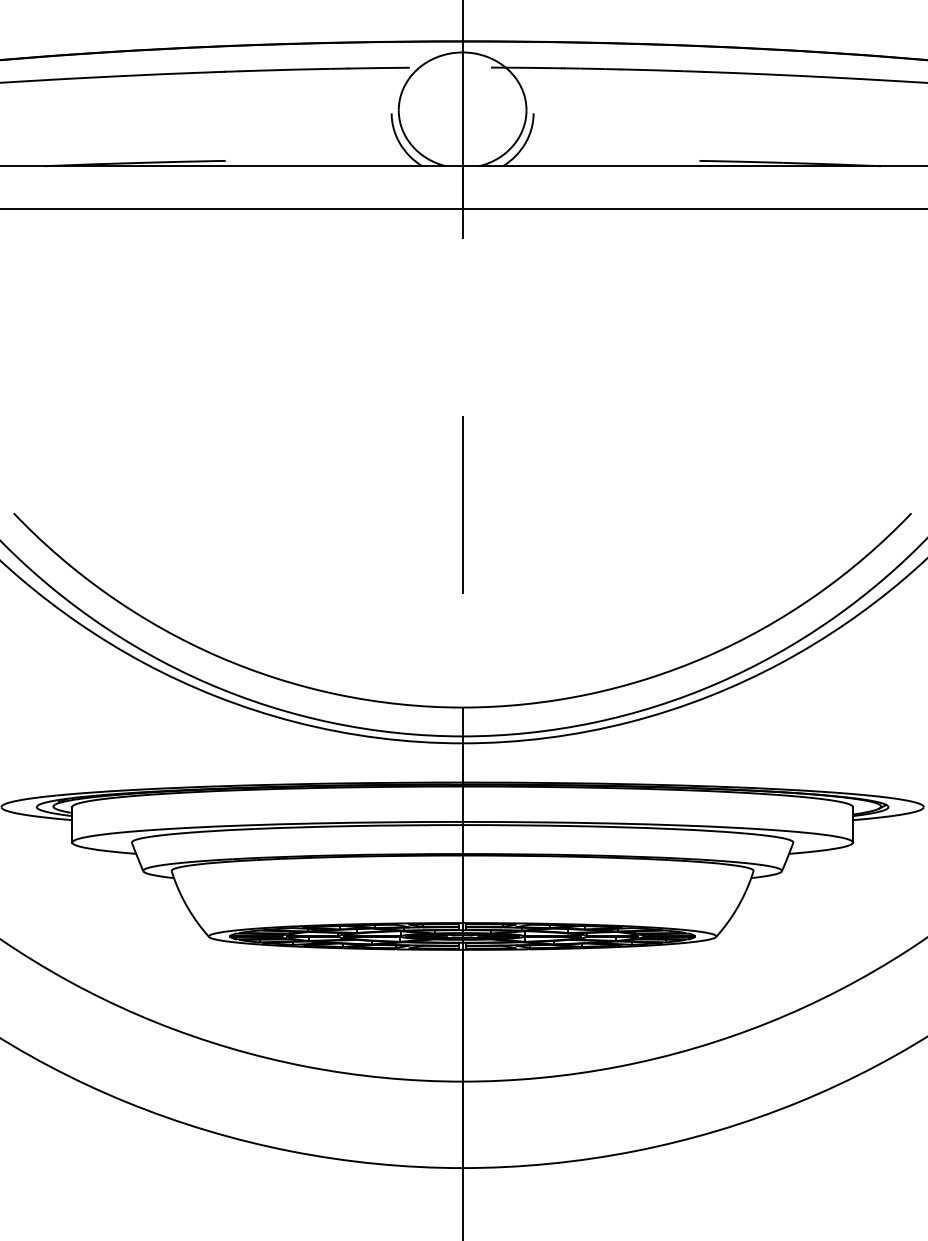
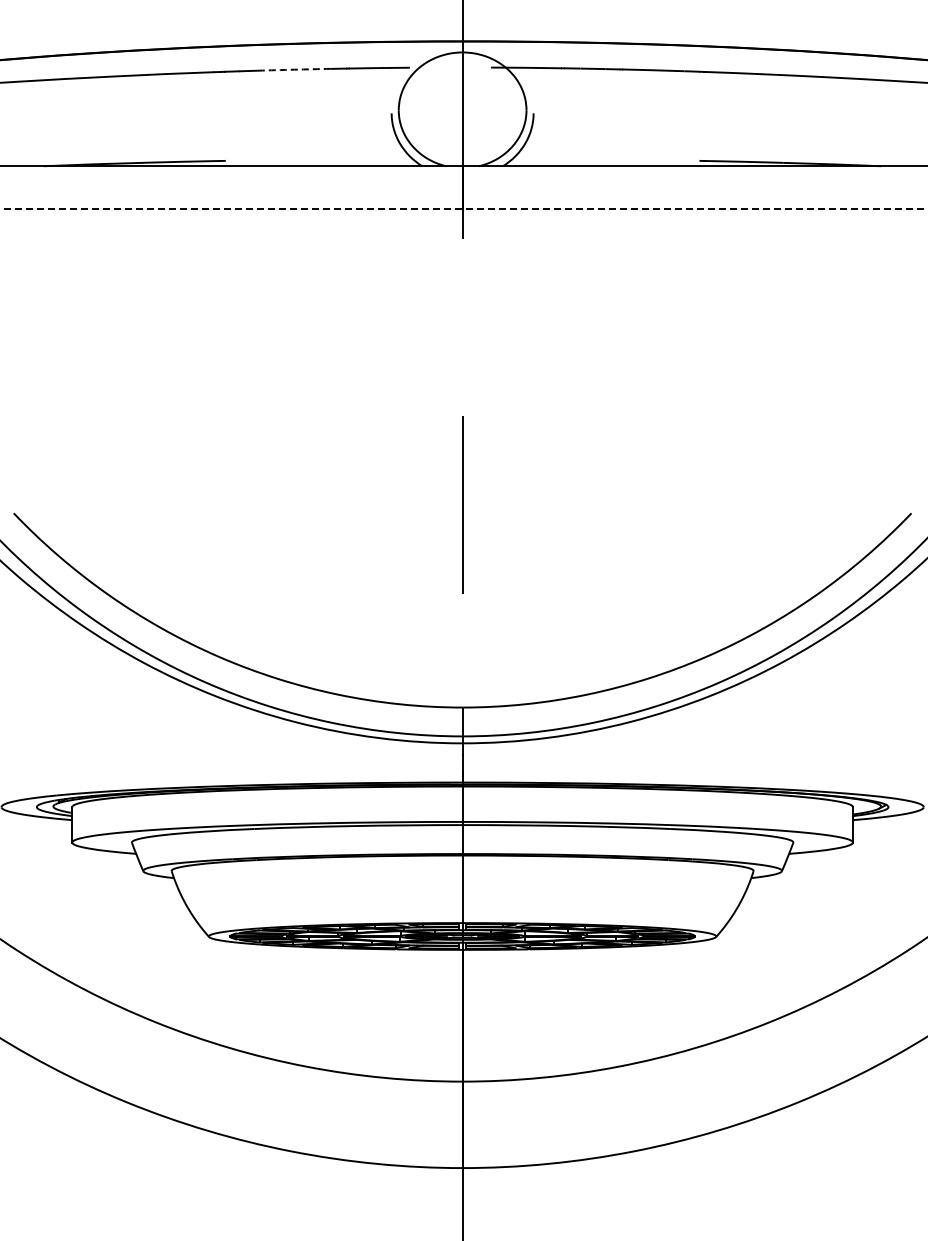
arc at (294, 69): solid -> dashed
line at (464, 208): solid -> dashed
